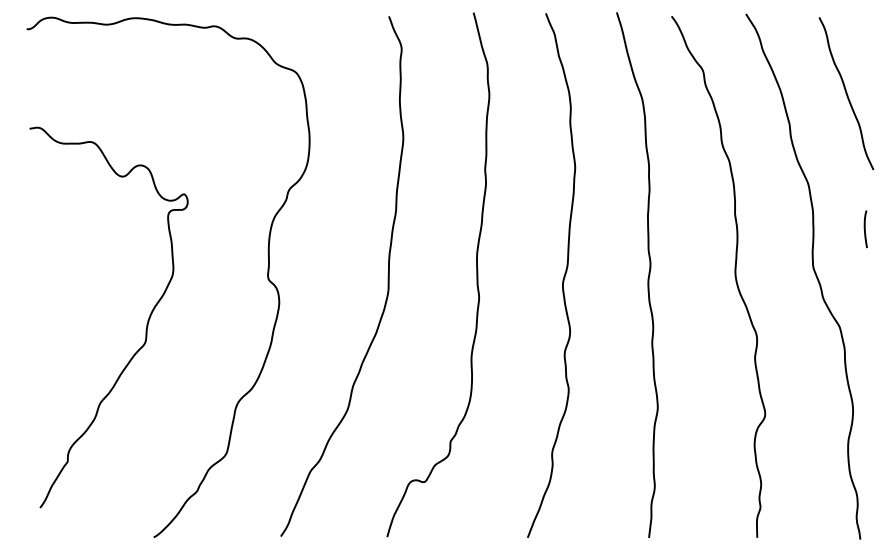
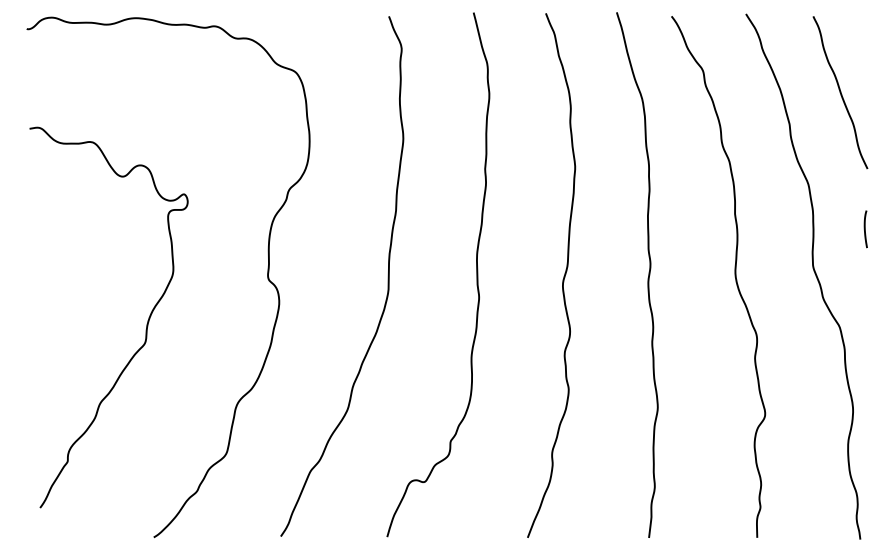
curve at (846, 93) position: (846, 93) -> (840, 92)
